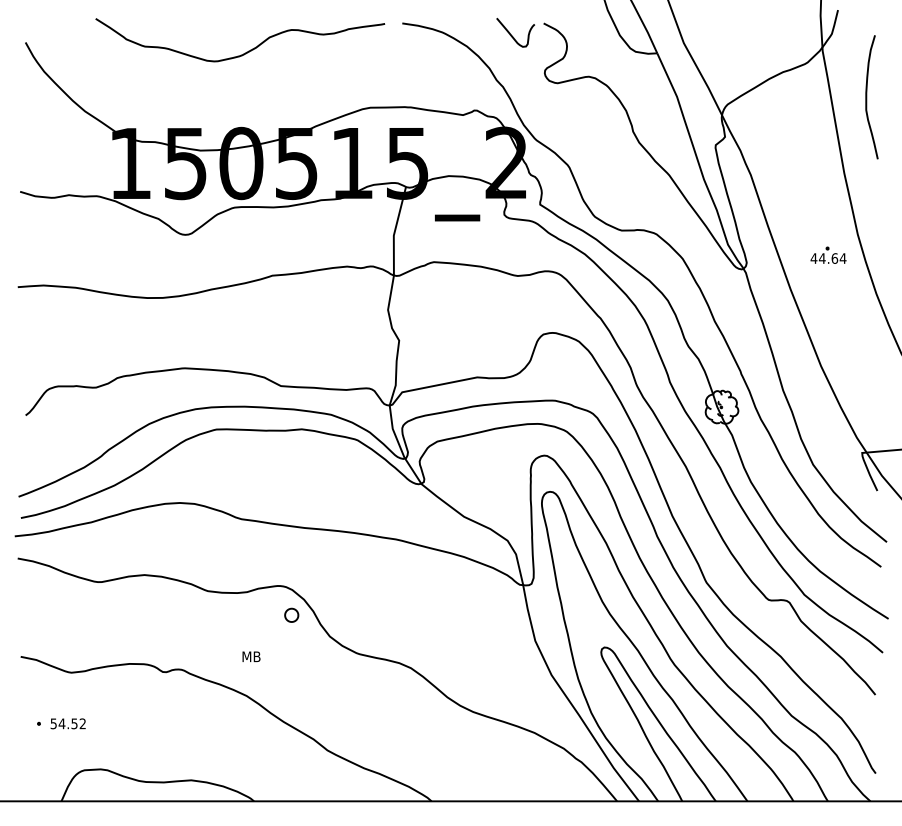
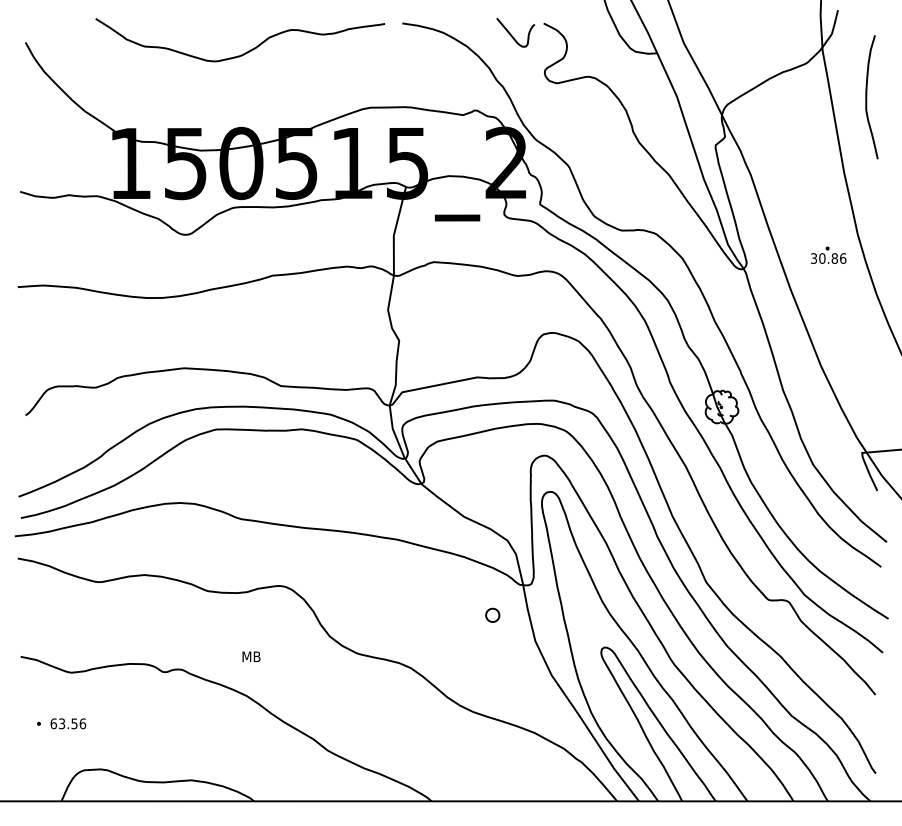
text at (828, 258): 44.64 -> 30.86
part at (291, 614) position: (291, 614) -> (492, 614)
text at (68, 723): 54.52 -> 63.56
